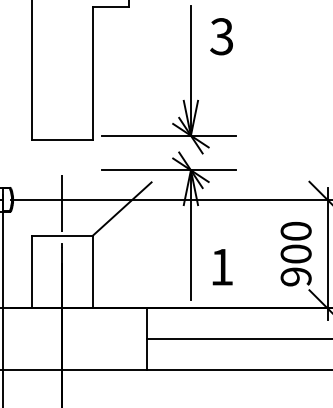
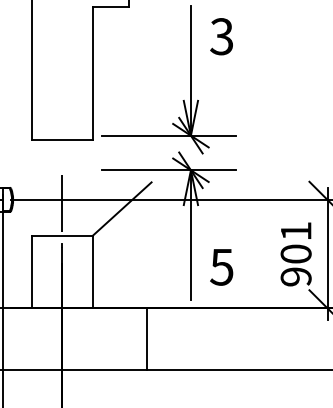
text at (295, 230): 900 -> 901
text at (221, 267): 1 -> 5
line at (237, 339): present -> none
